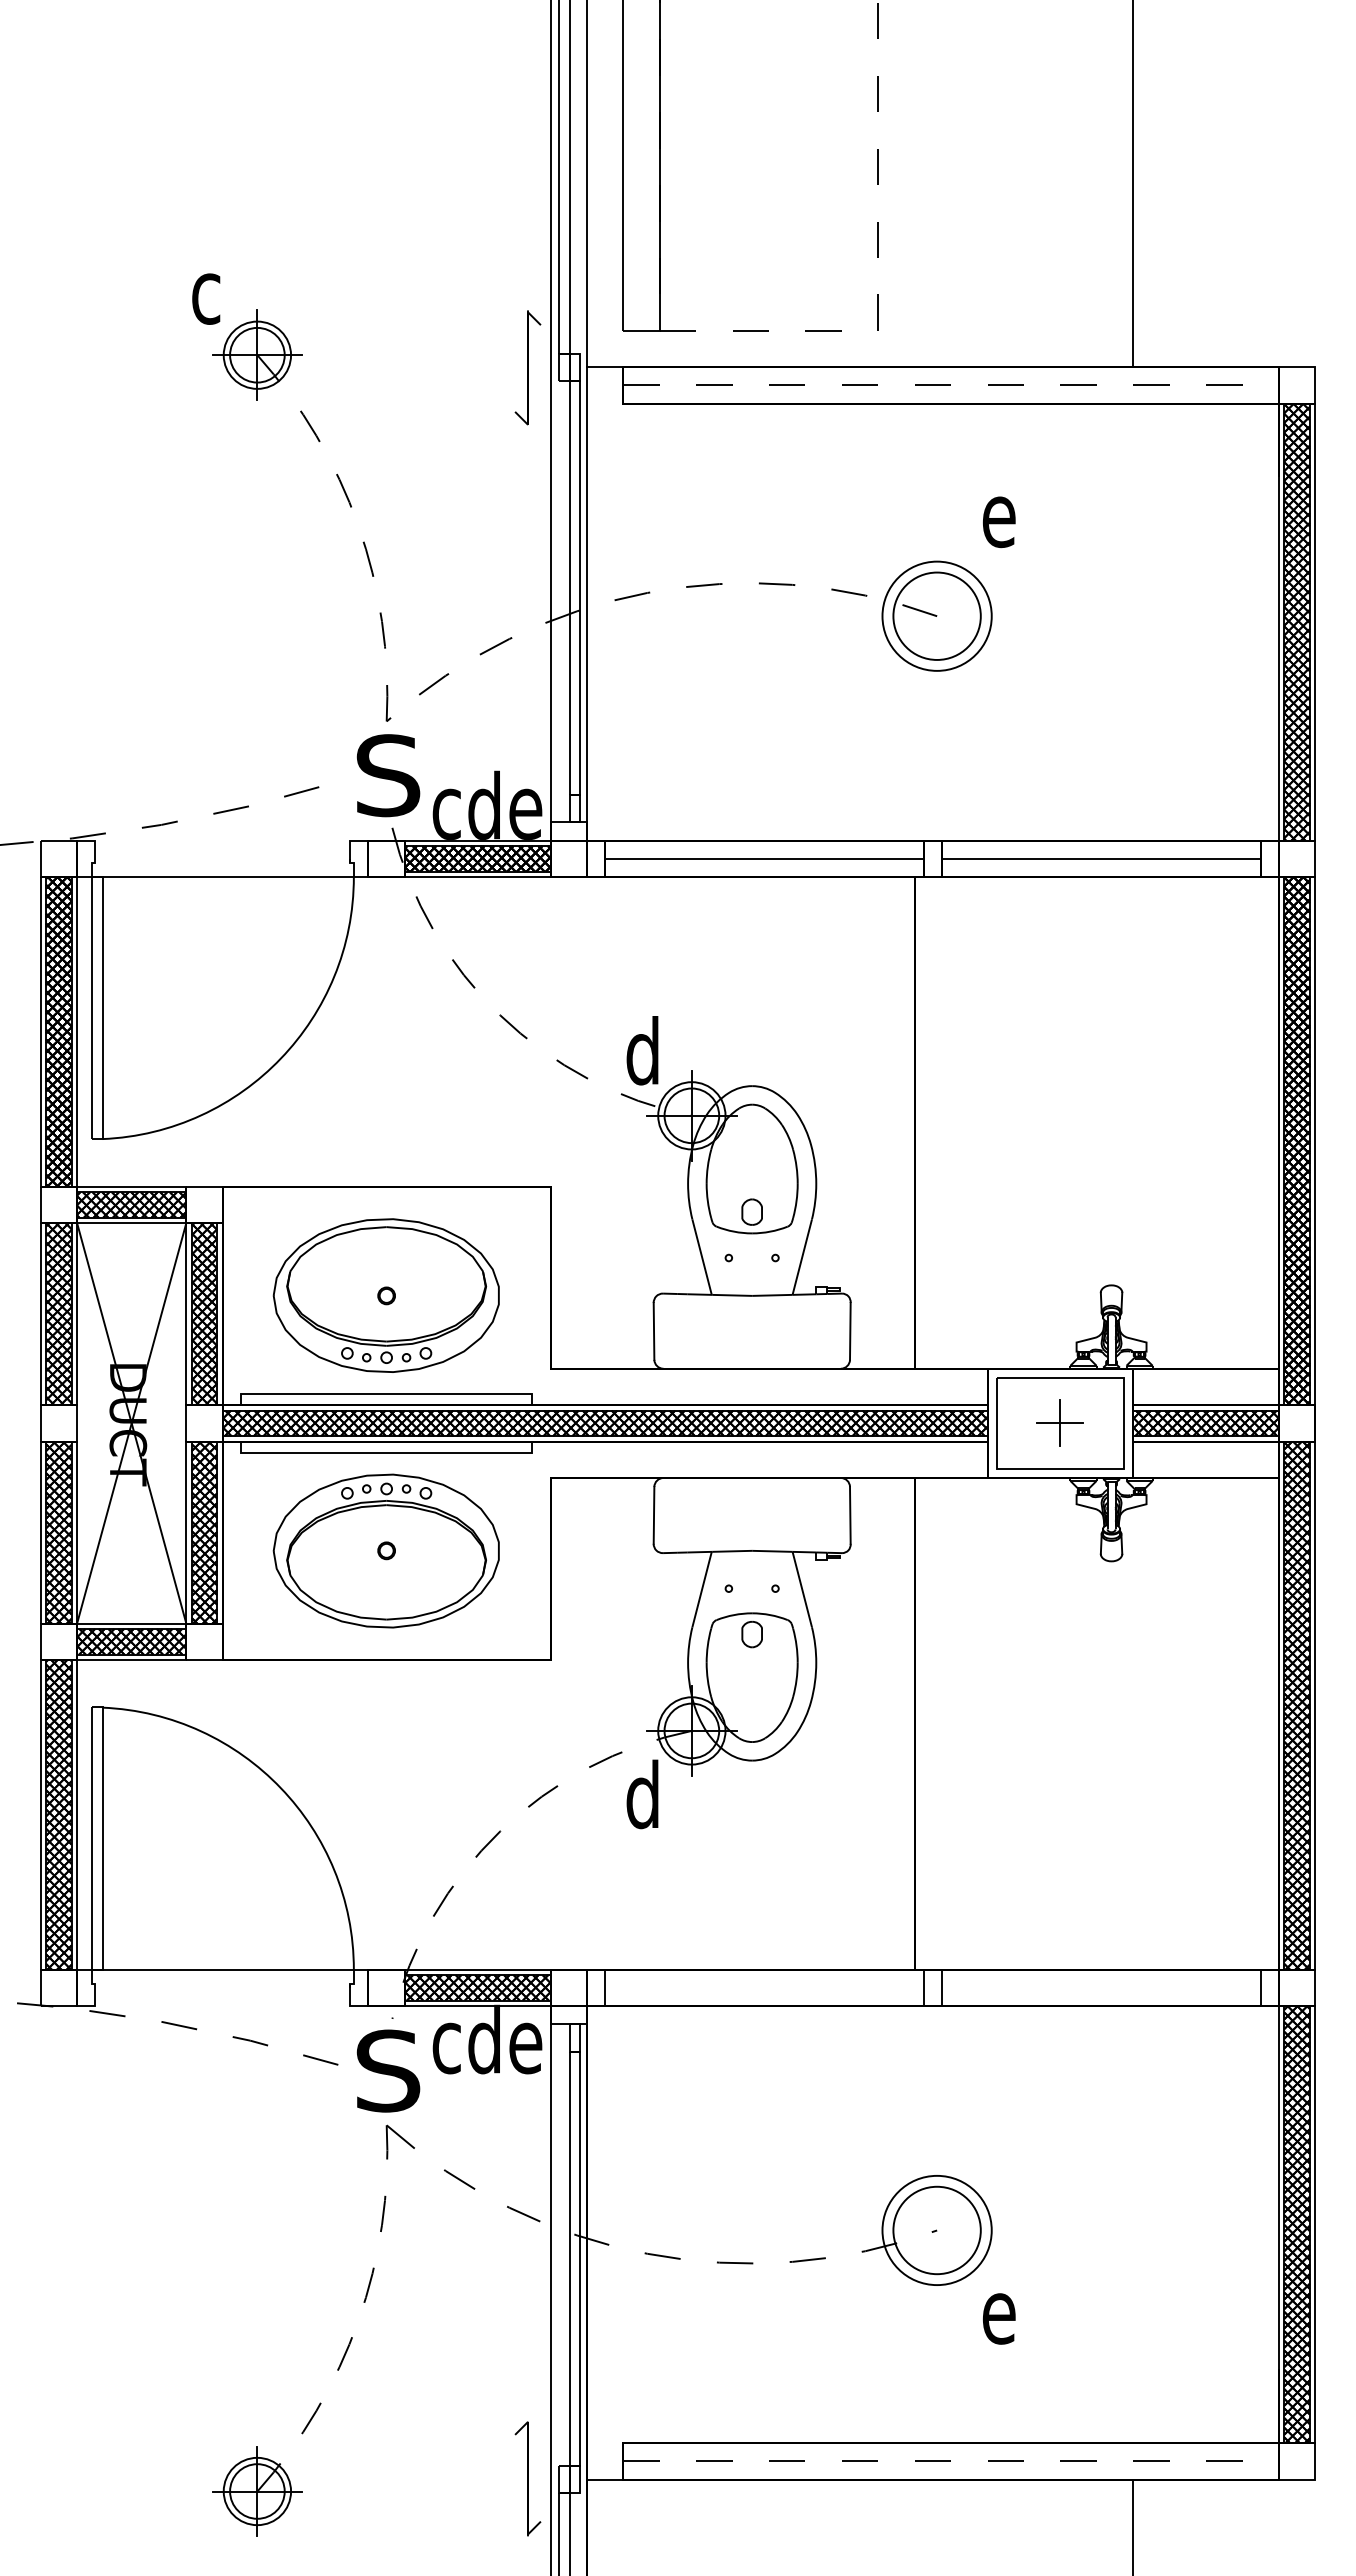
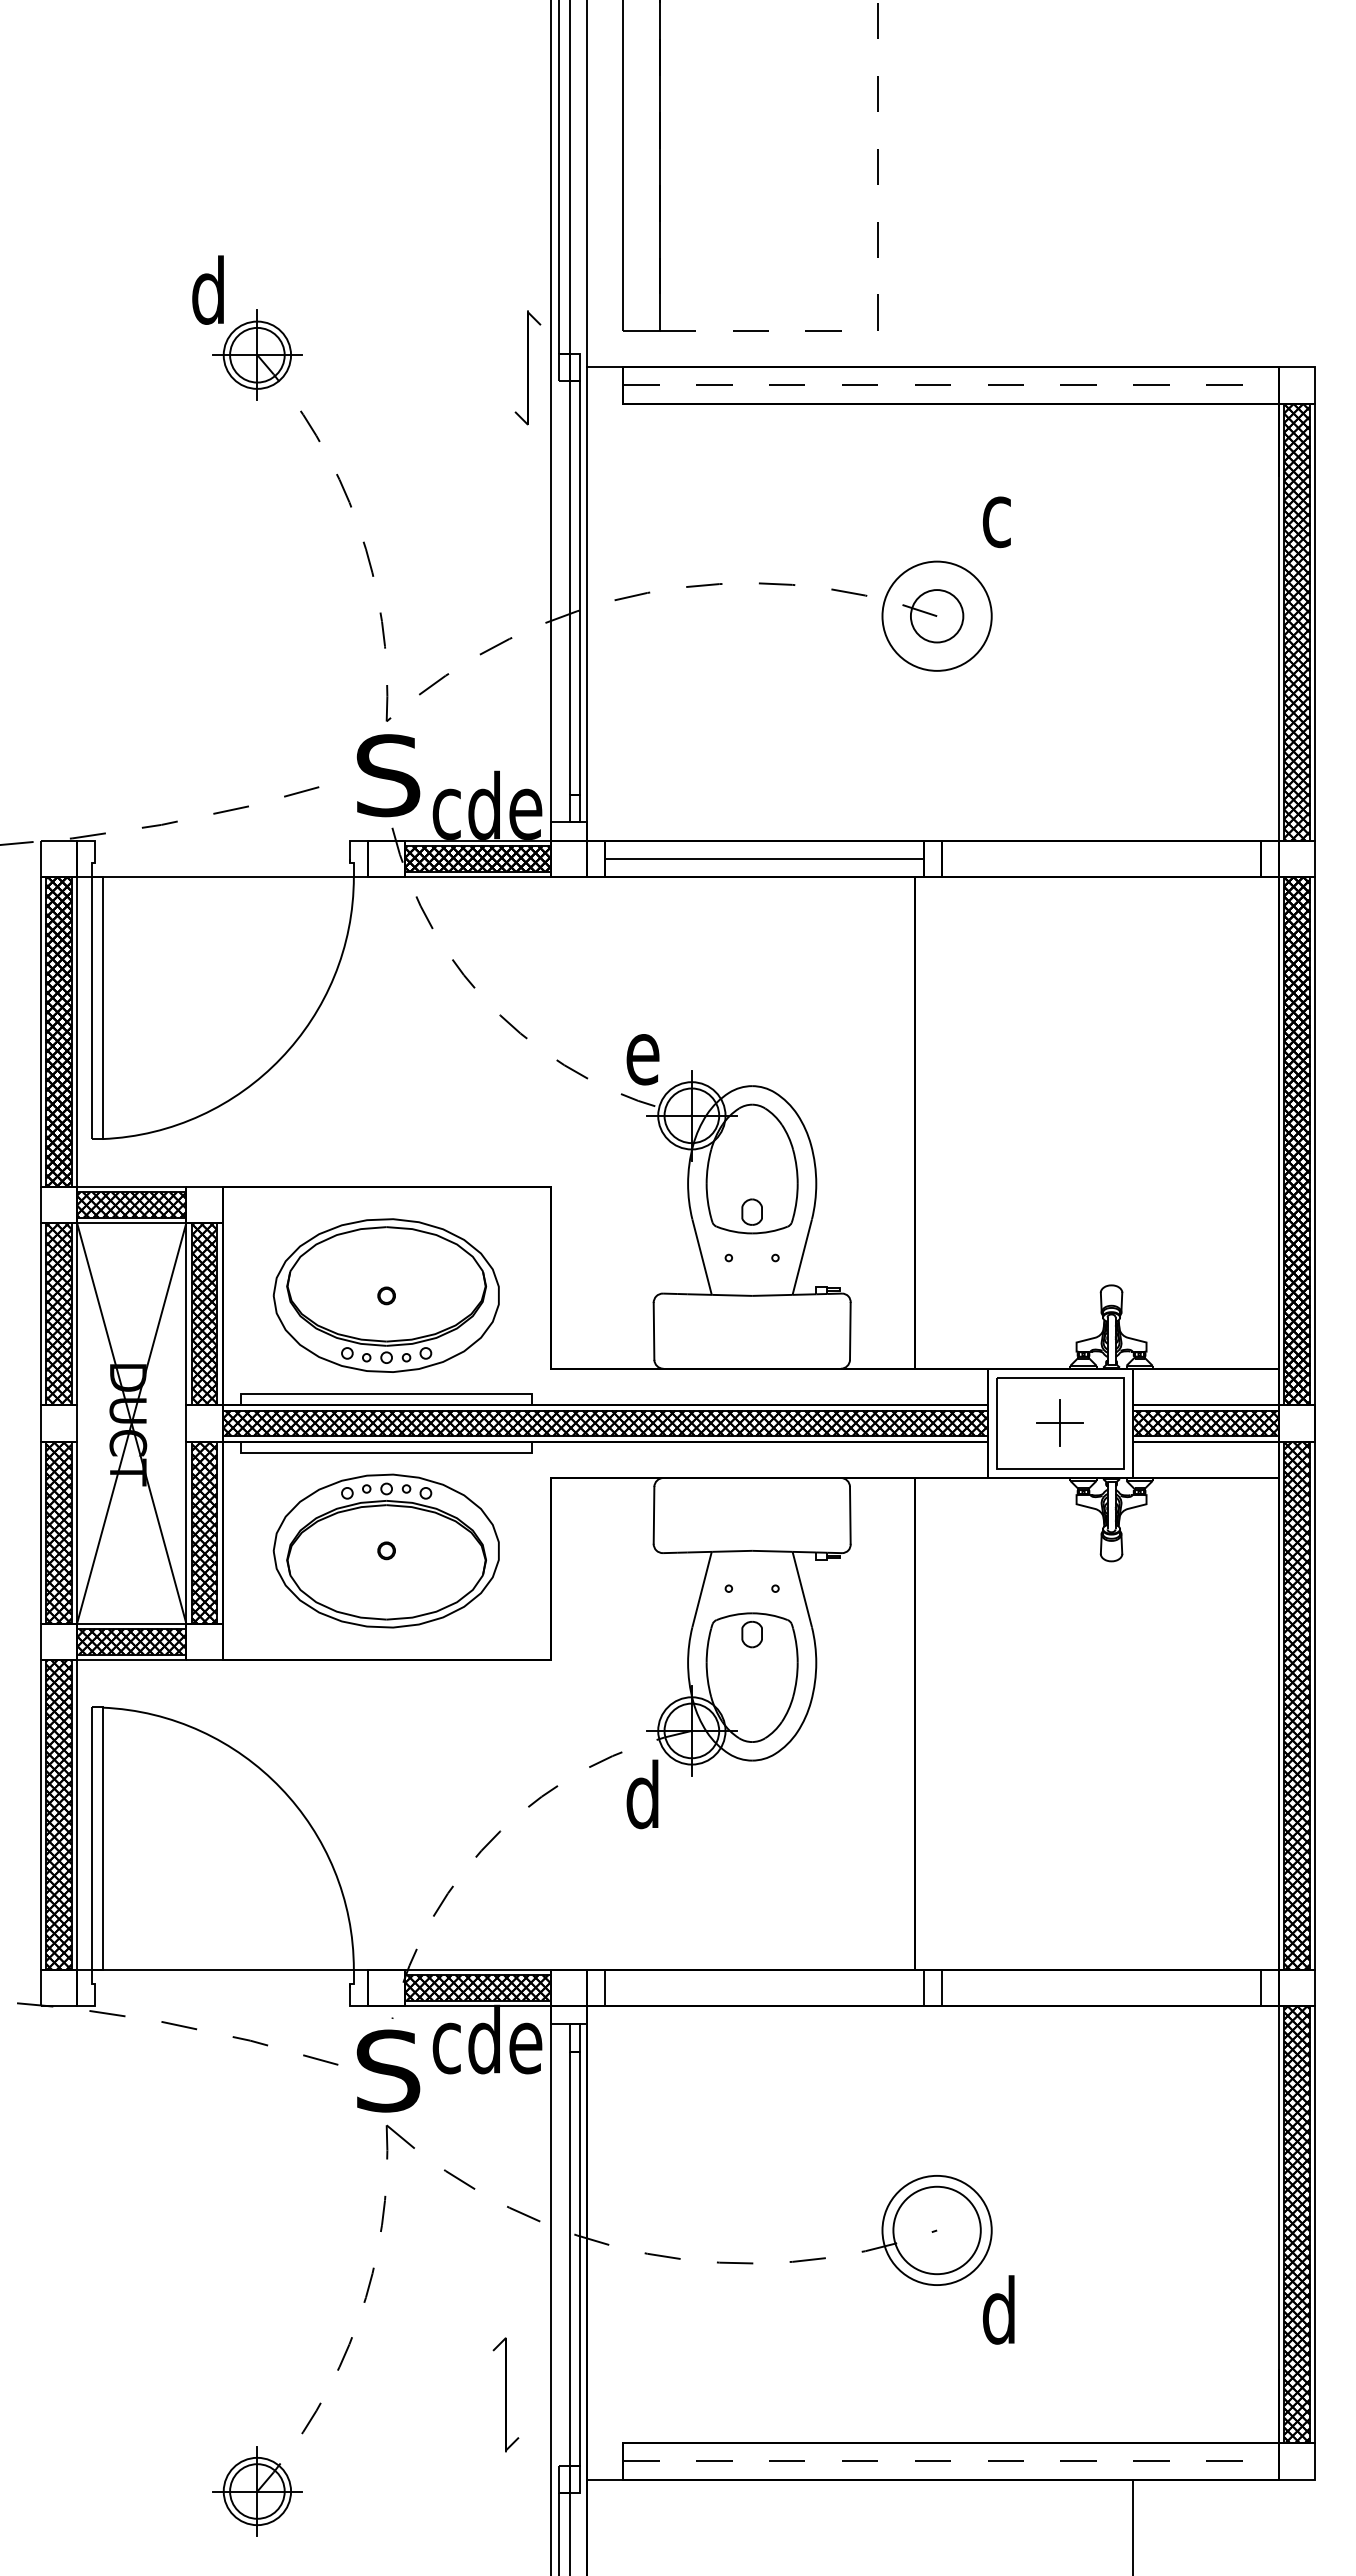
line at (1133, 184): present -> none
text at (208, 289): c -> d
text at (1001, 521): e -> c
circle at (936, 615) diameter: 87 px -> 52 px
line at (1101, 858): present -> none
text at (643, 1050): d -> e
text at (999, 2309): e -> d
part at (527, 2478) position: (527, 2478) -> (505, 2394)
